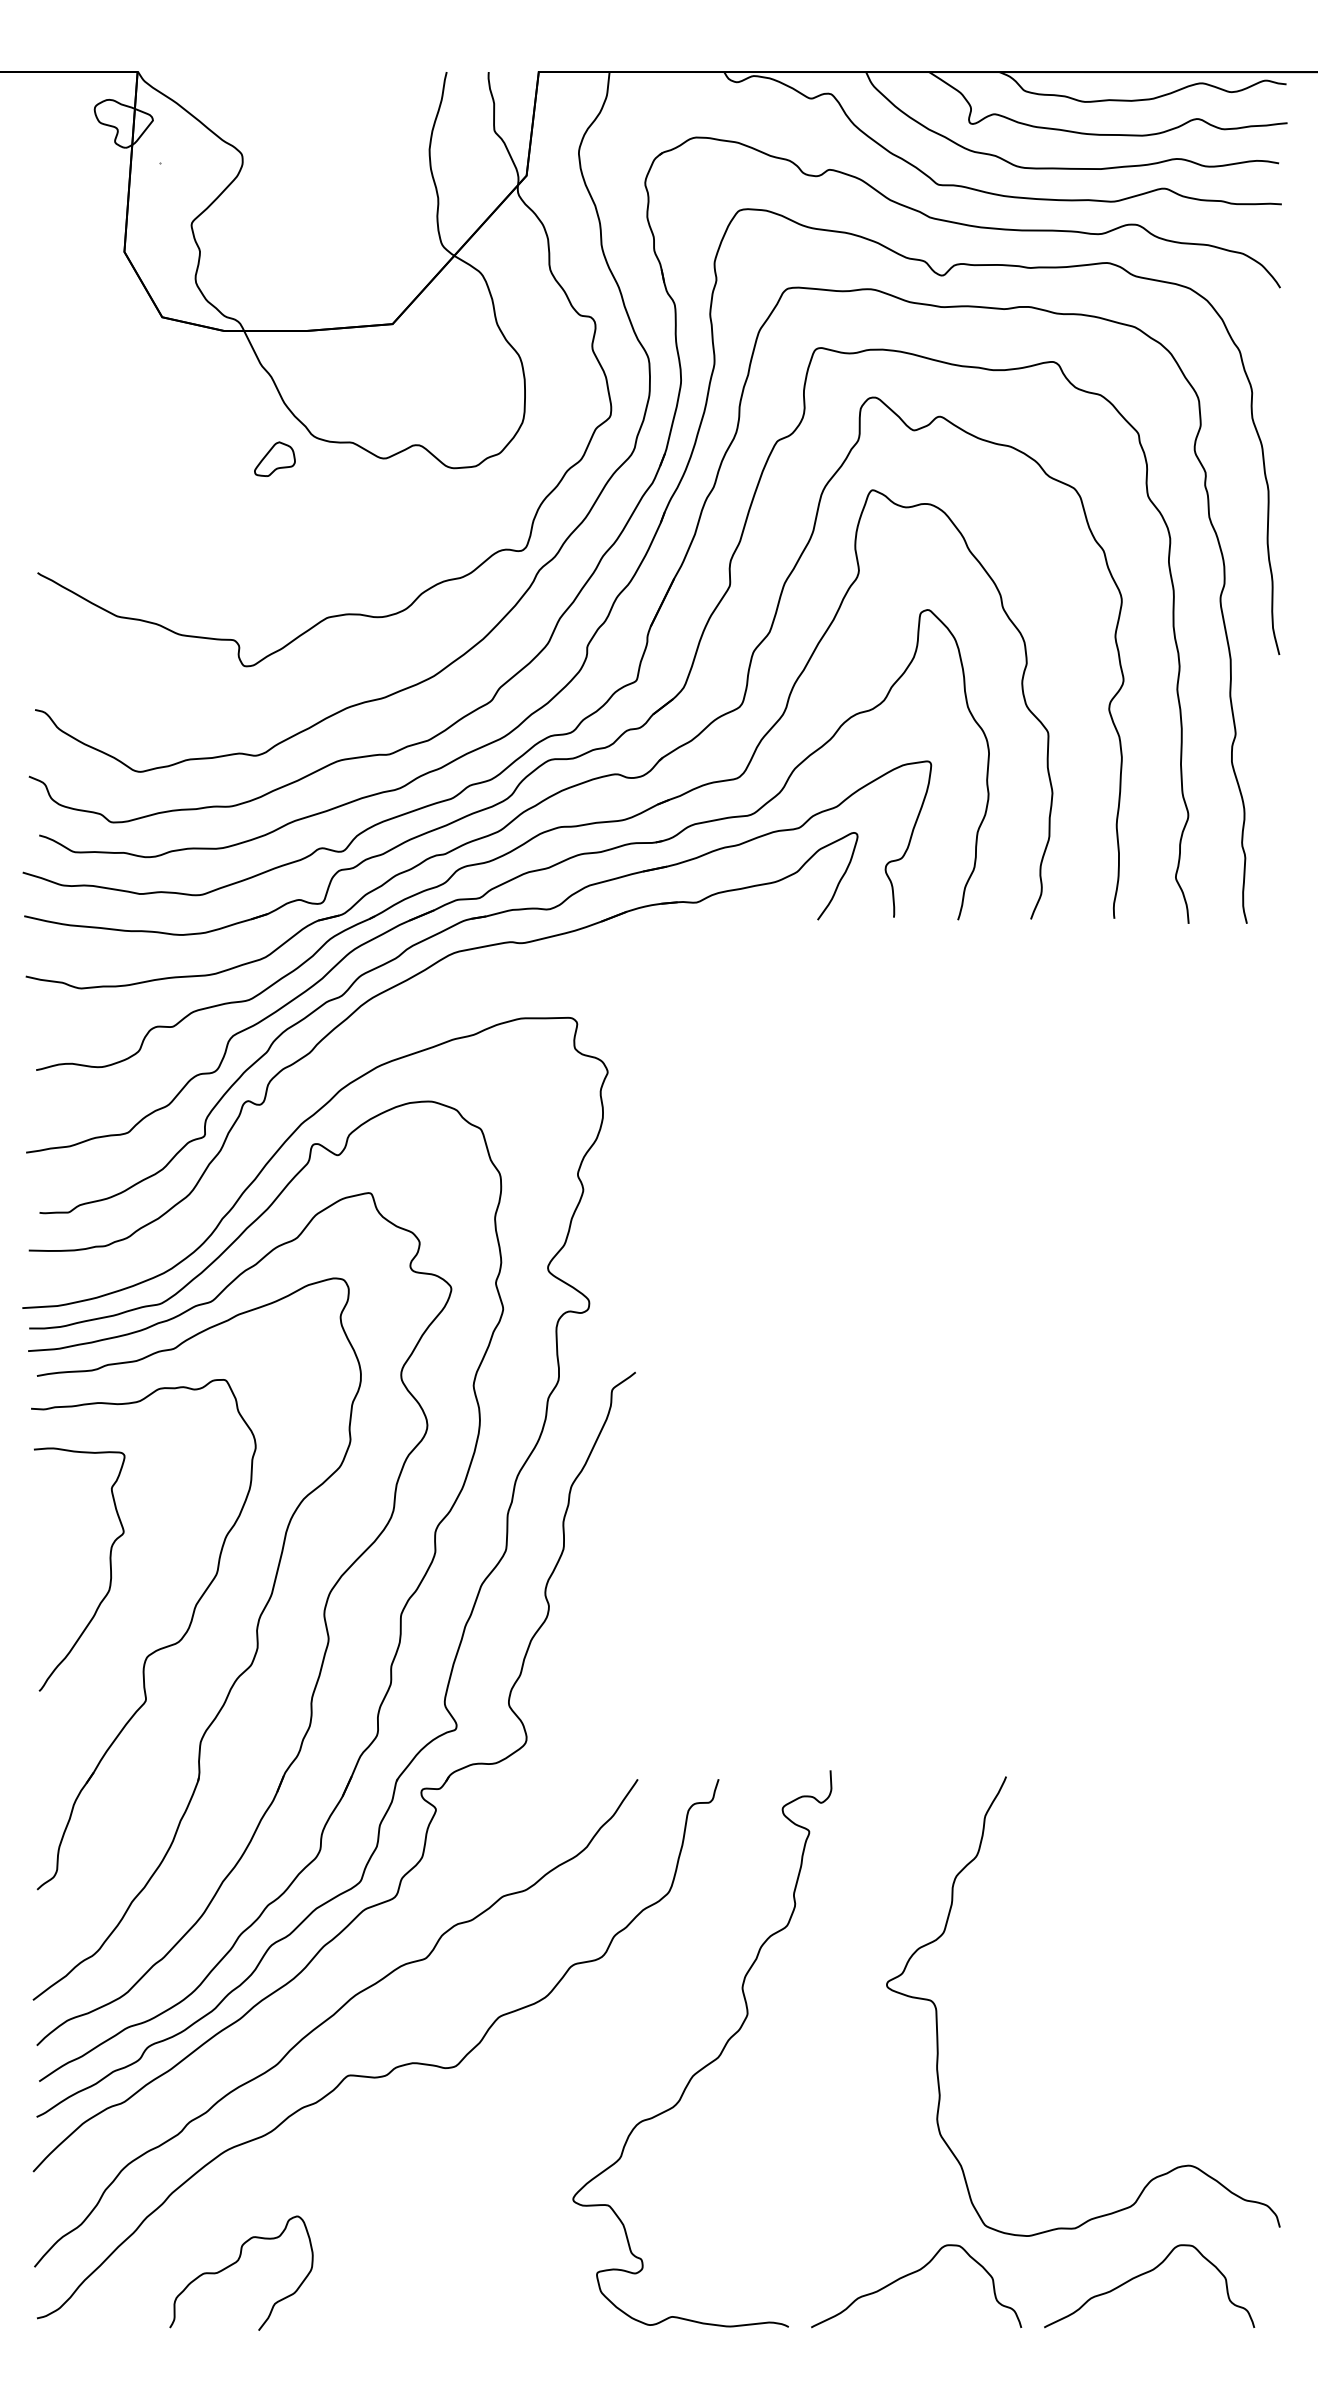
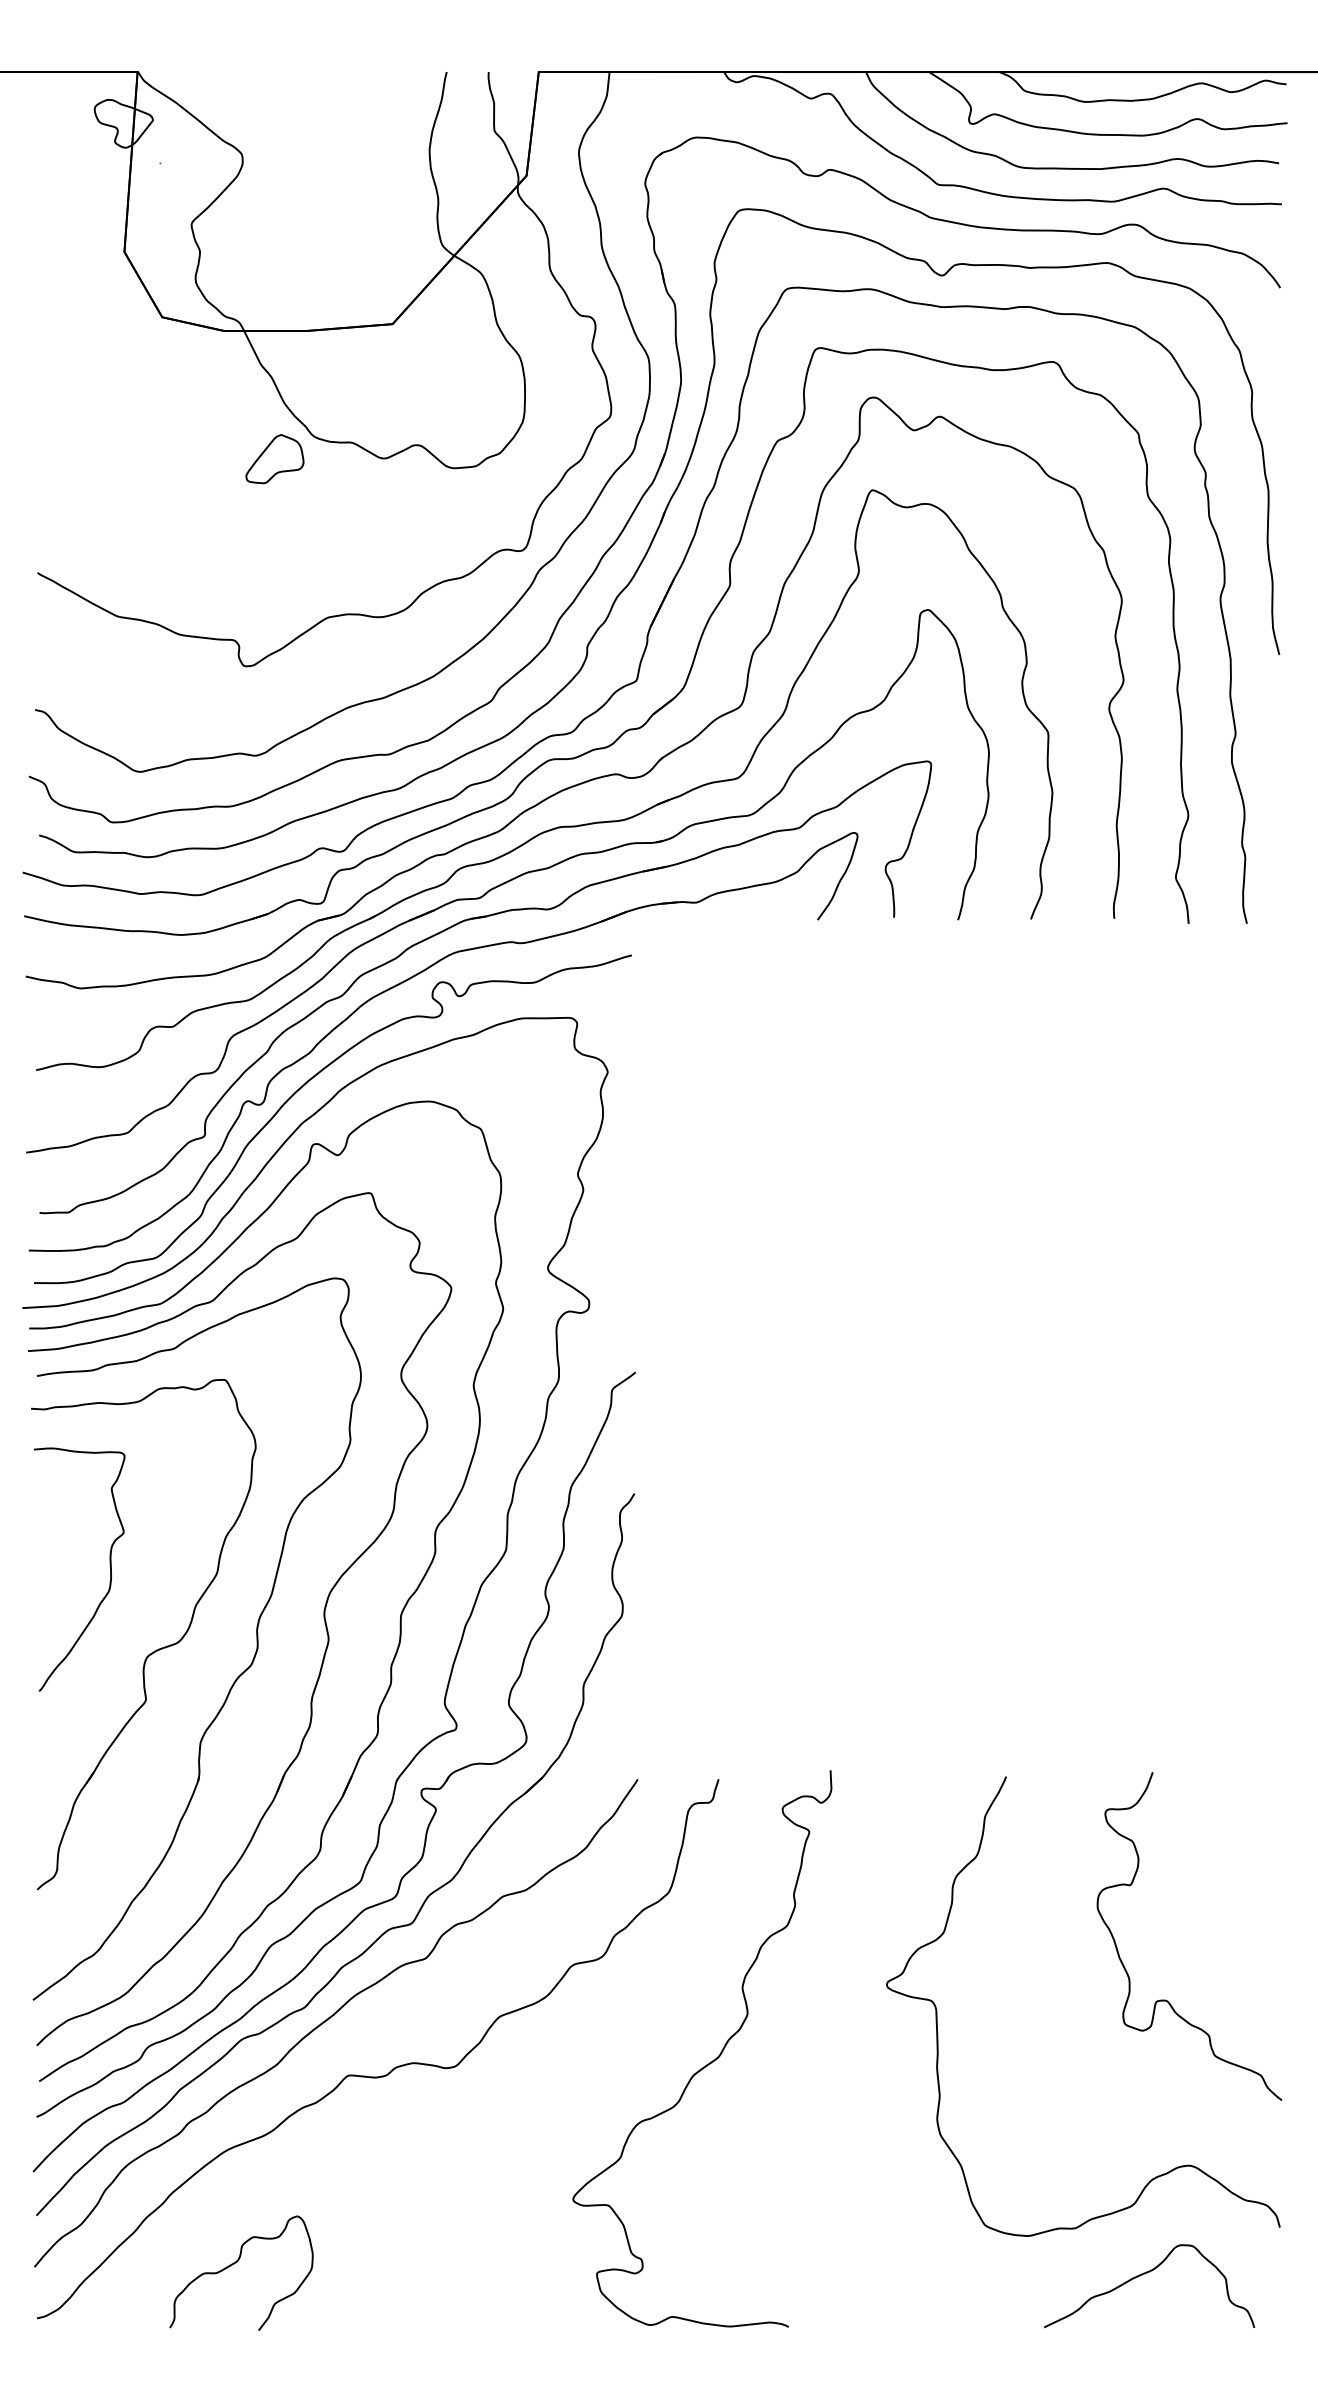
part at (274, 458) size: 42x36 px -> 60x51 px
curve at (306, 1084): none -> present
part at (387, 1929): none -> present
curve at (1165, 1999): none -> present
curve at (911, 2274): present -> none
